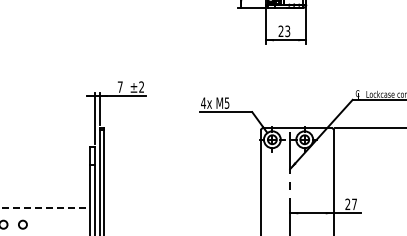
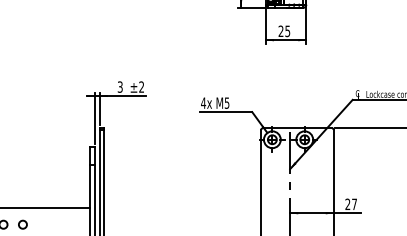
text at (287, 30): 23 -> 25
text at (119, 86): 7 -> 3
line at (45, 207): dashed -> solid
